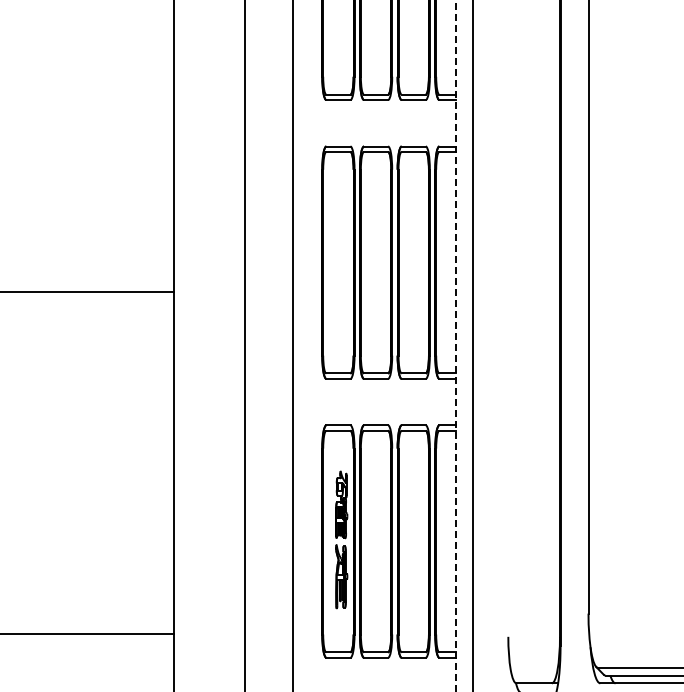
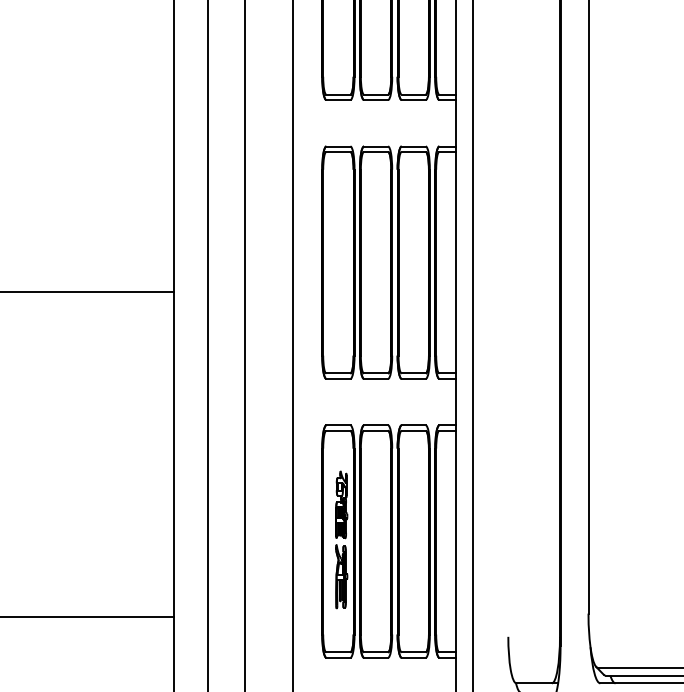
line at (207, 345): none -> present
line at (455, 346): dashed -> solid
line at (87, 634) position: (87, 634) -> (87, 617)
